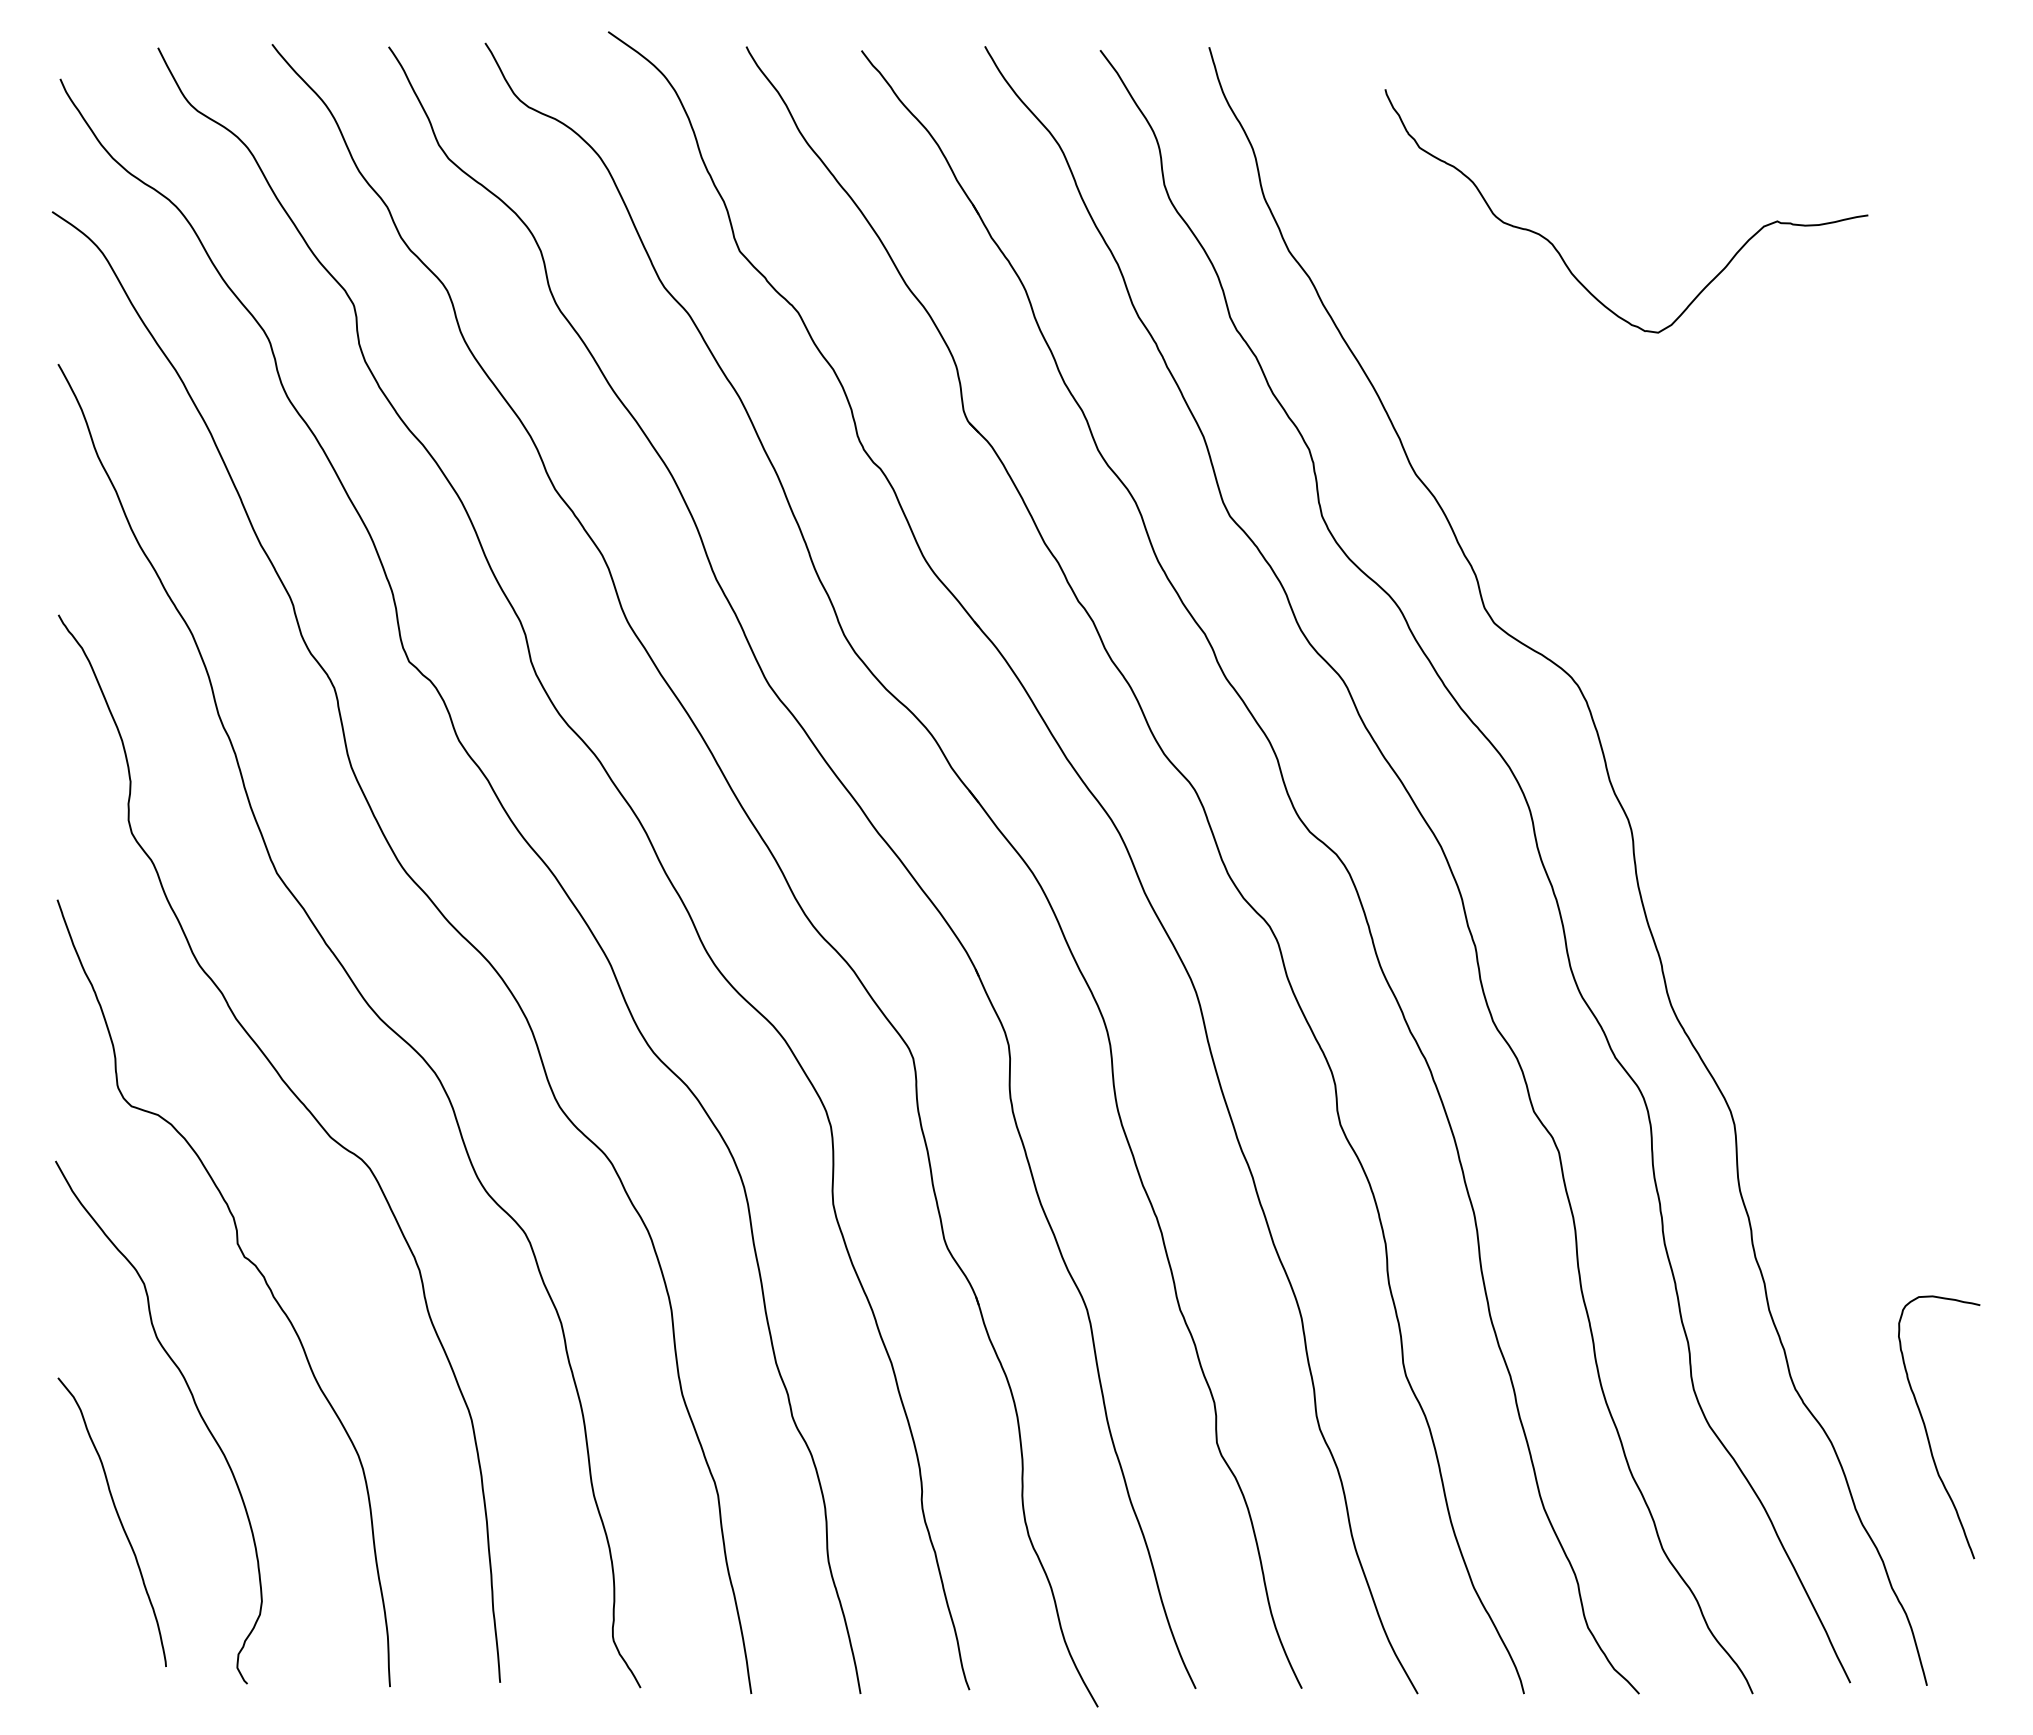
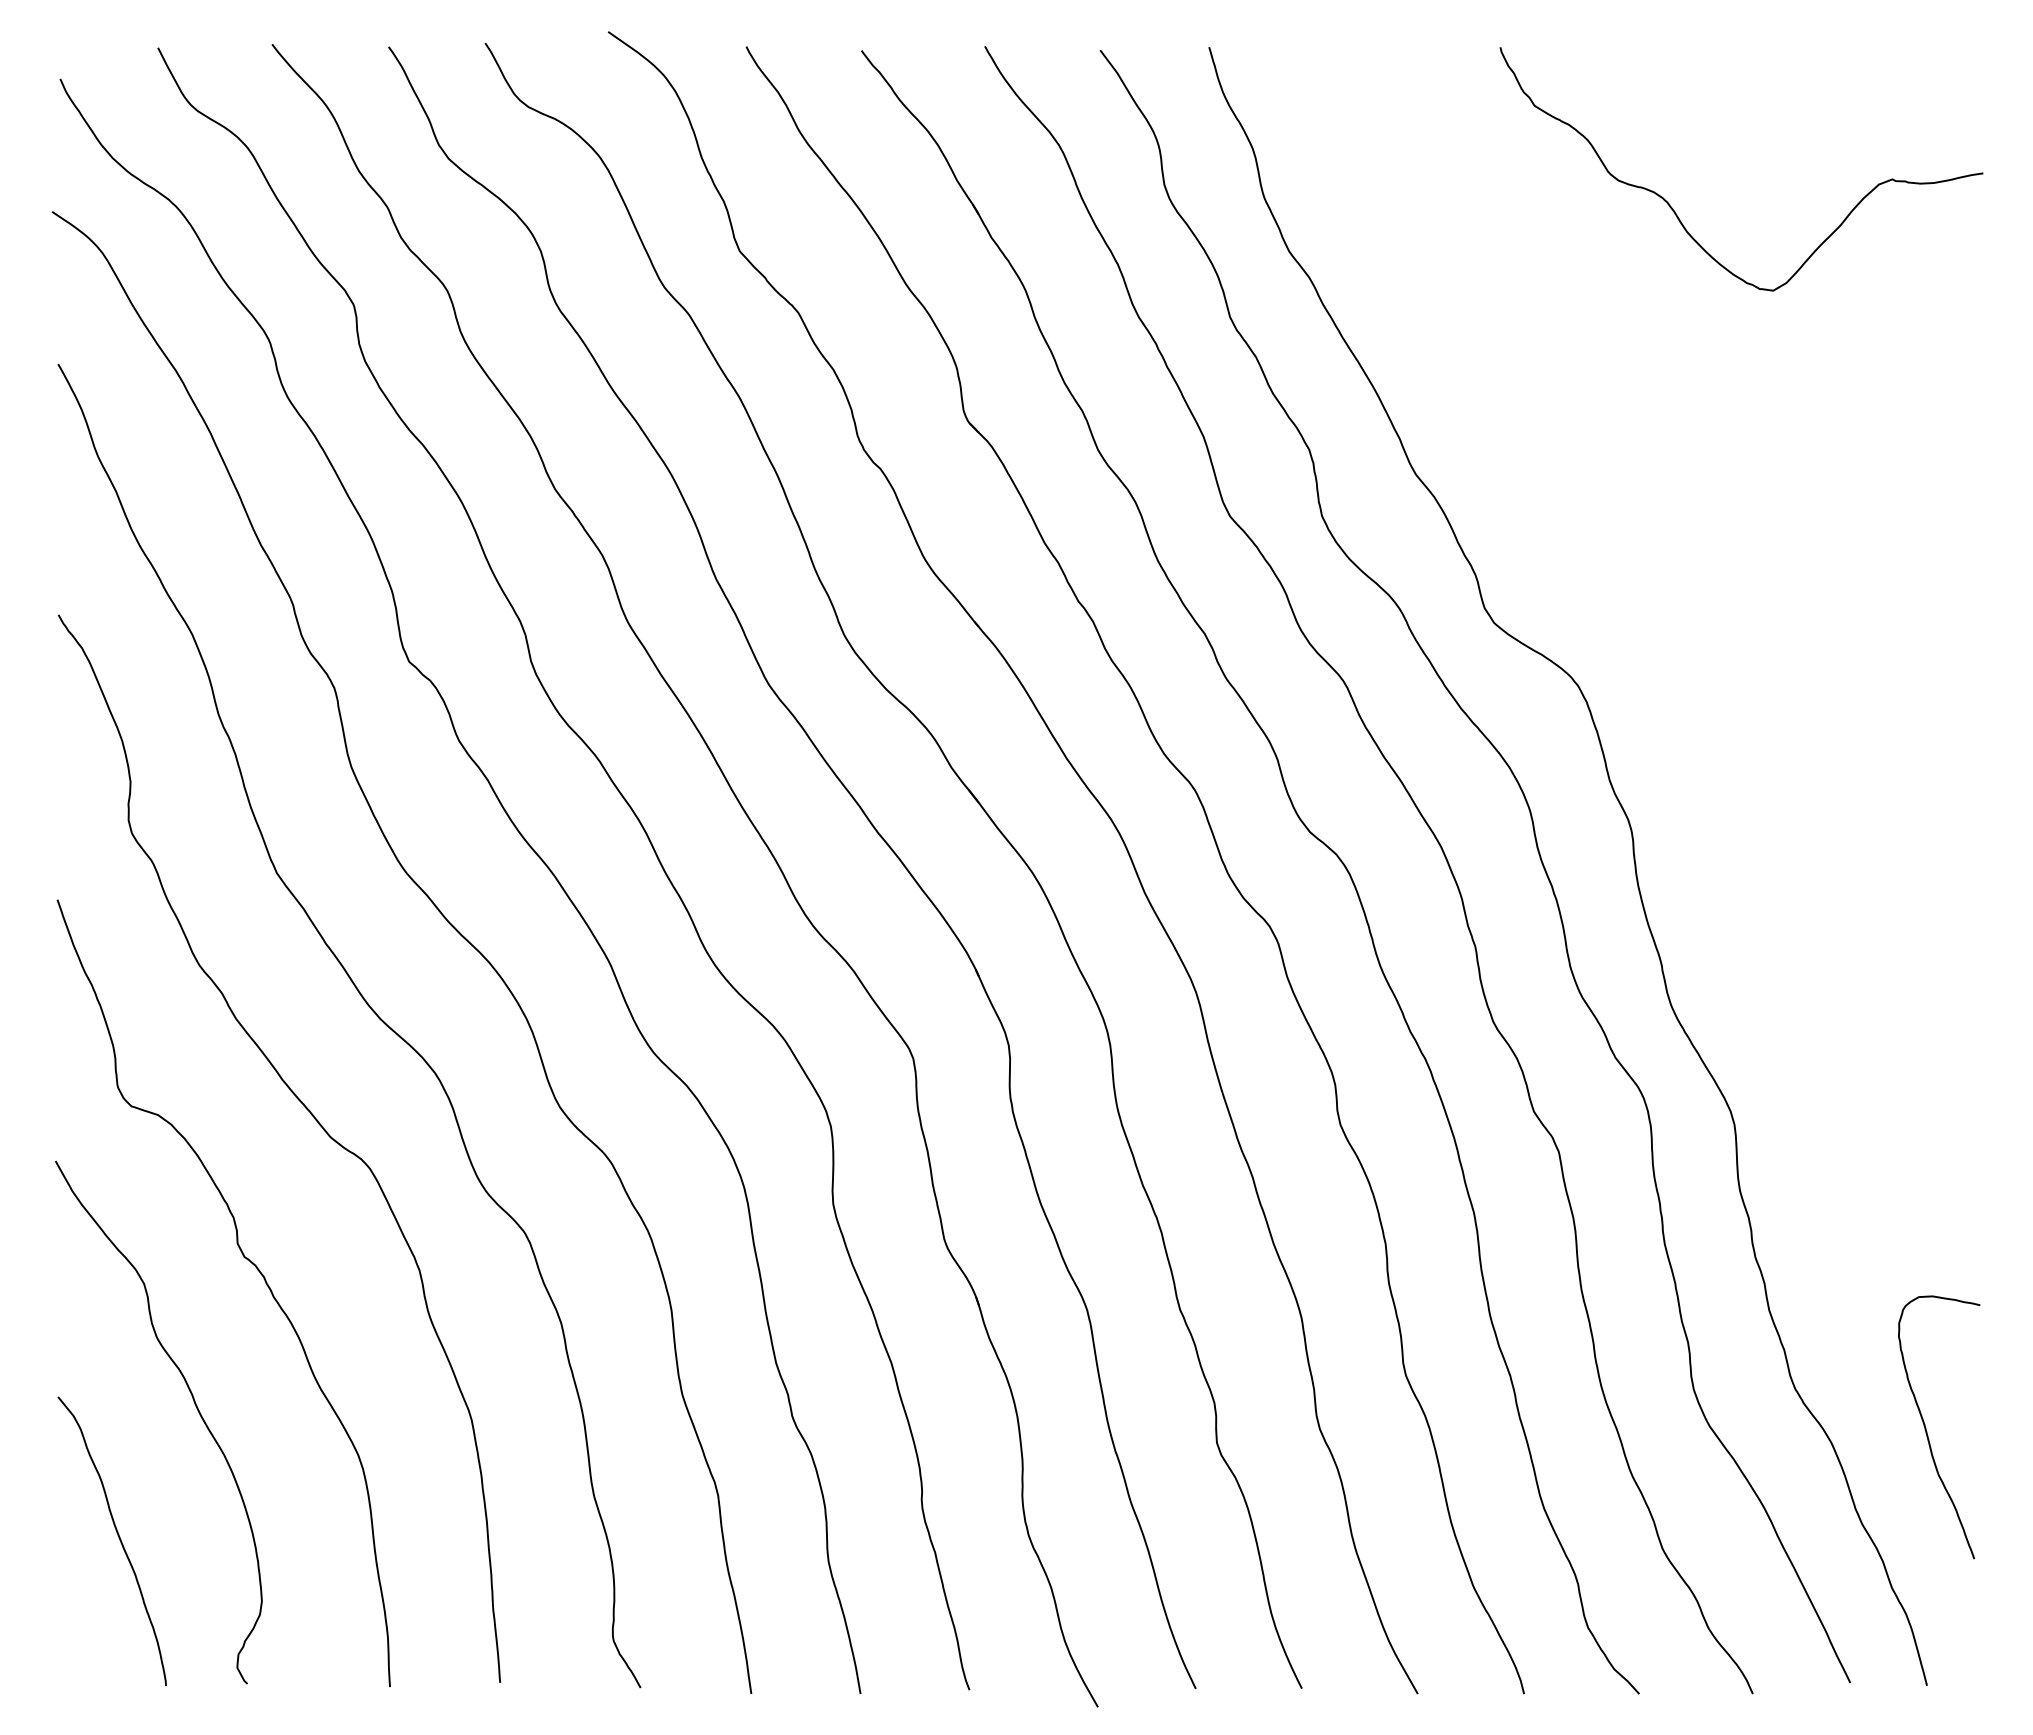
curve at (1560, 253) position: (1560, 253) -> (1675, 211)
curve at (118, 1519) position: (118, 1519) -> (118, 1538)
